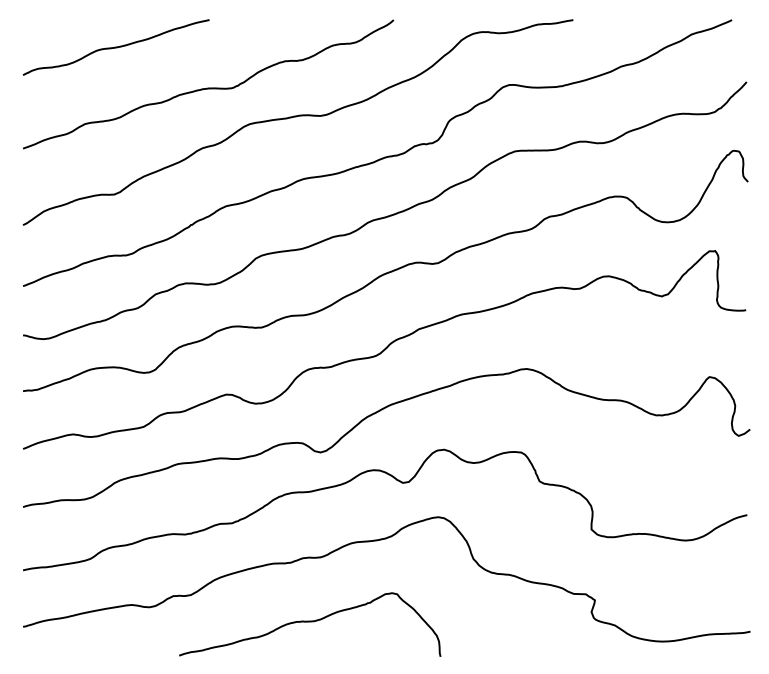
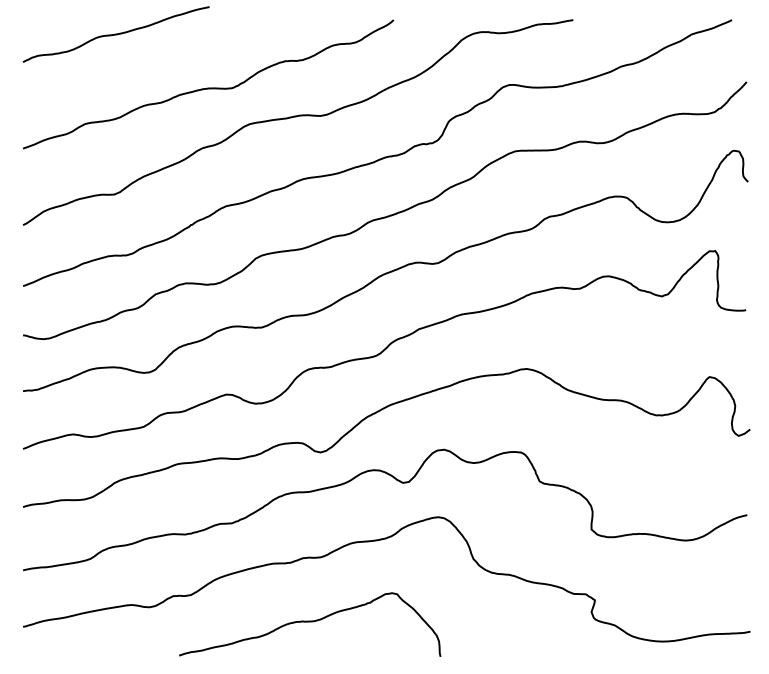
curve at (115, 47) position: (115, 47) -> (115, 34)
